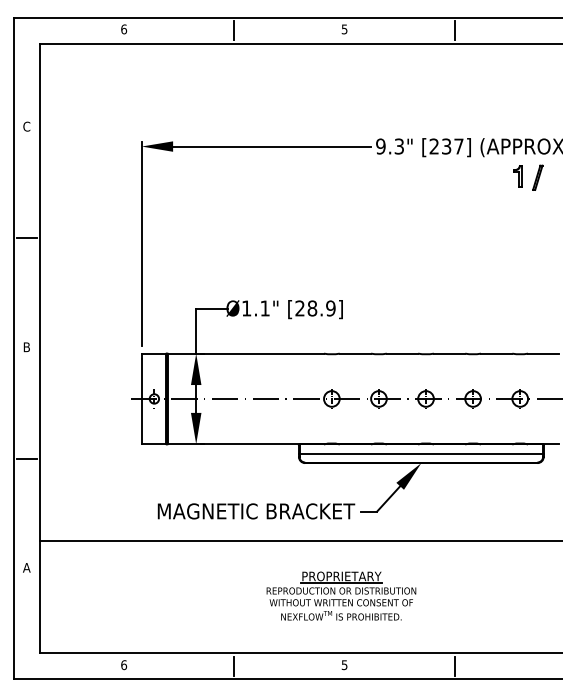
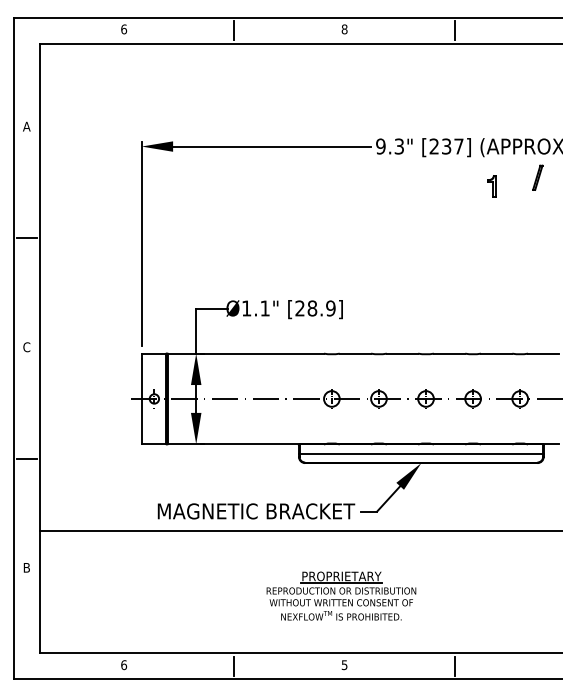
text at (344, 29): 5 -> 8
text at (26, 126): C -> A
part at (517, 176) position: (517, 176) -> (491, 186)
text at (26, 347): B -> C
line at (299, 541) position: (299, 541) -> (299, 531)
text at (26, 567): A -> B
